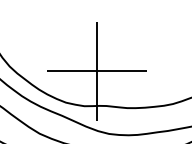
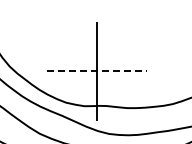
line at (96, 71): solid -> dashed
